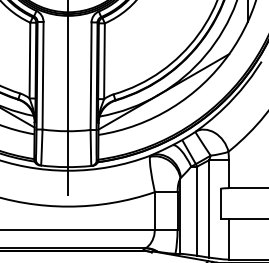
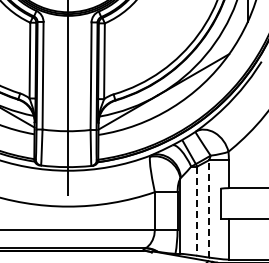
line at (209, 208): solid -> dashed
line at (197, 211): solid -> dashed
